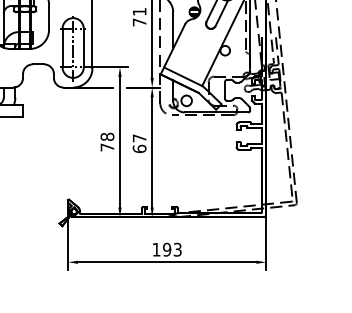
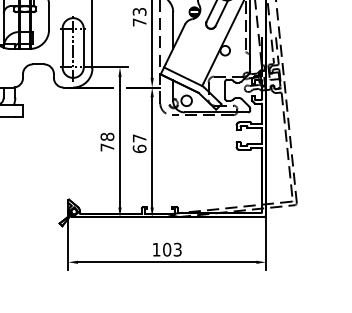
text at (139, 11): 71 -> 73
text at (167, 249): 193 -> 103
